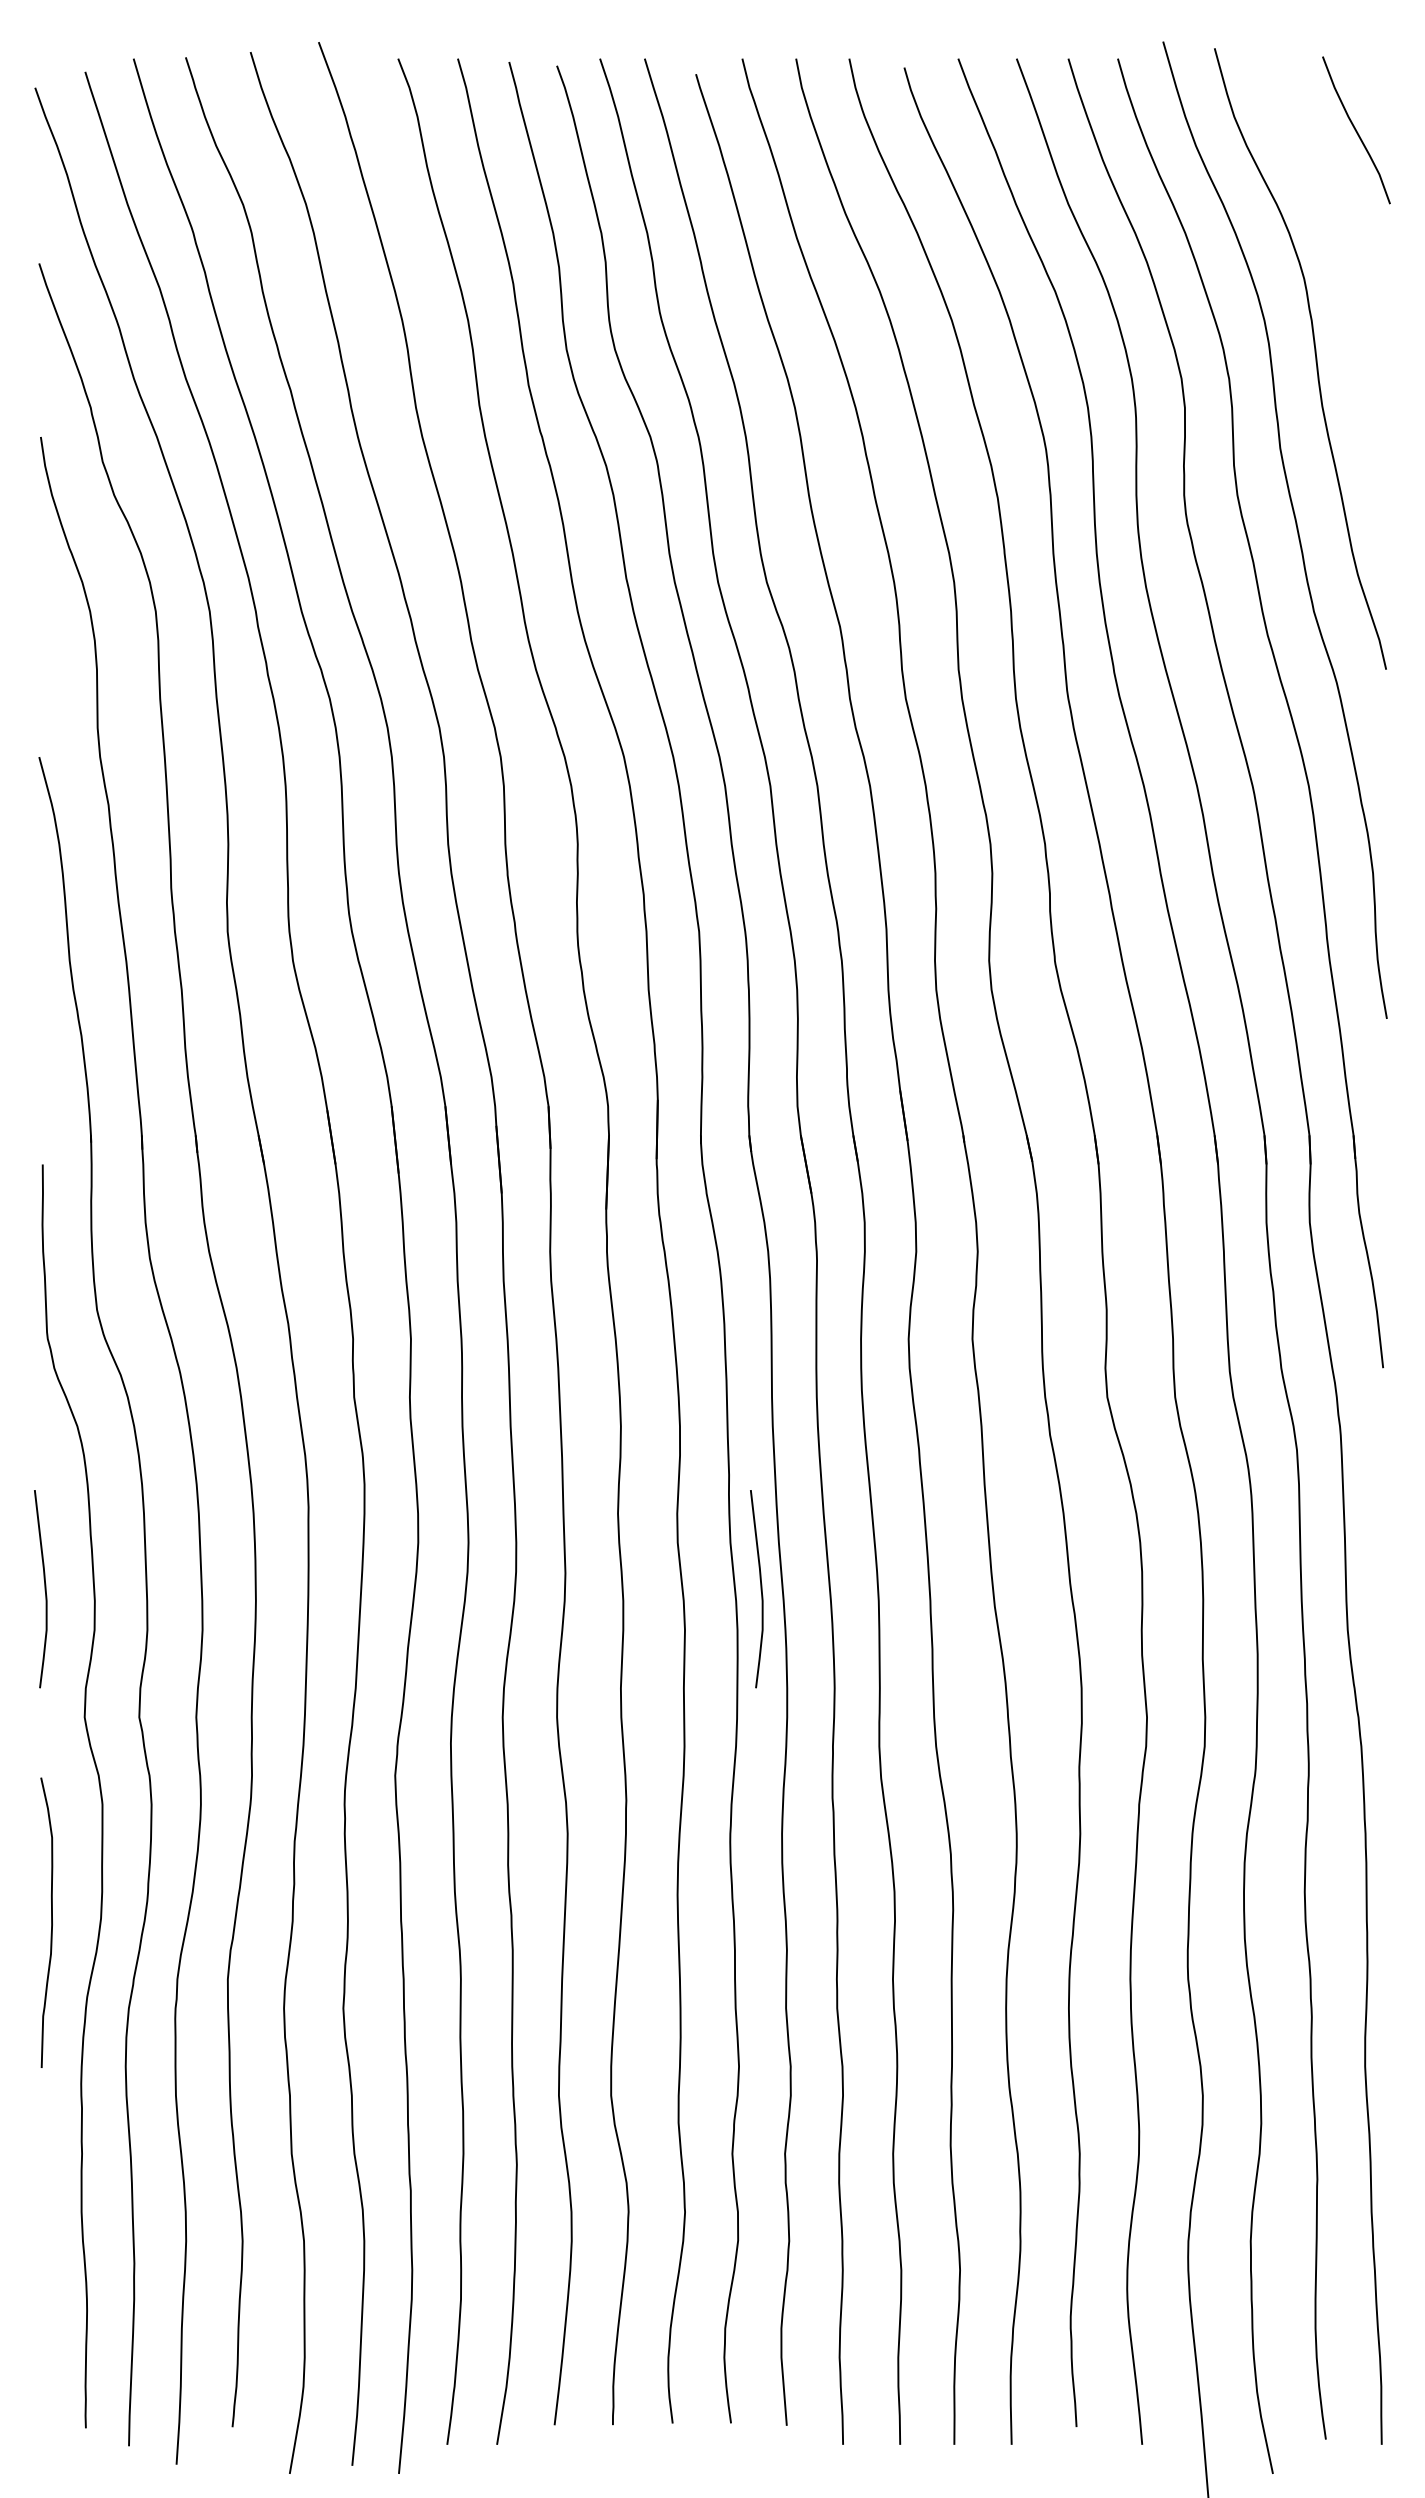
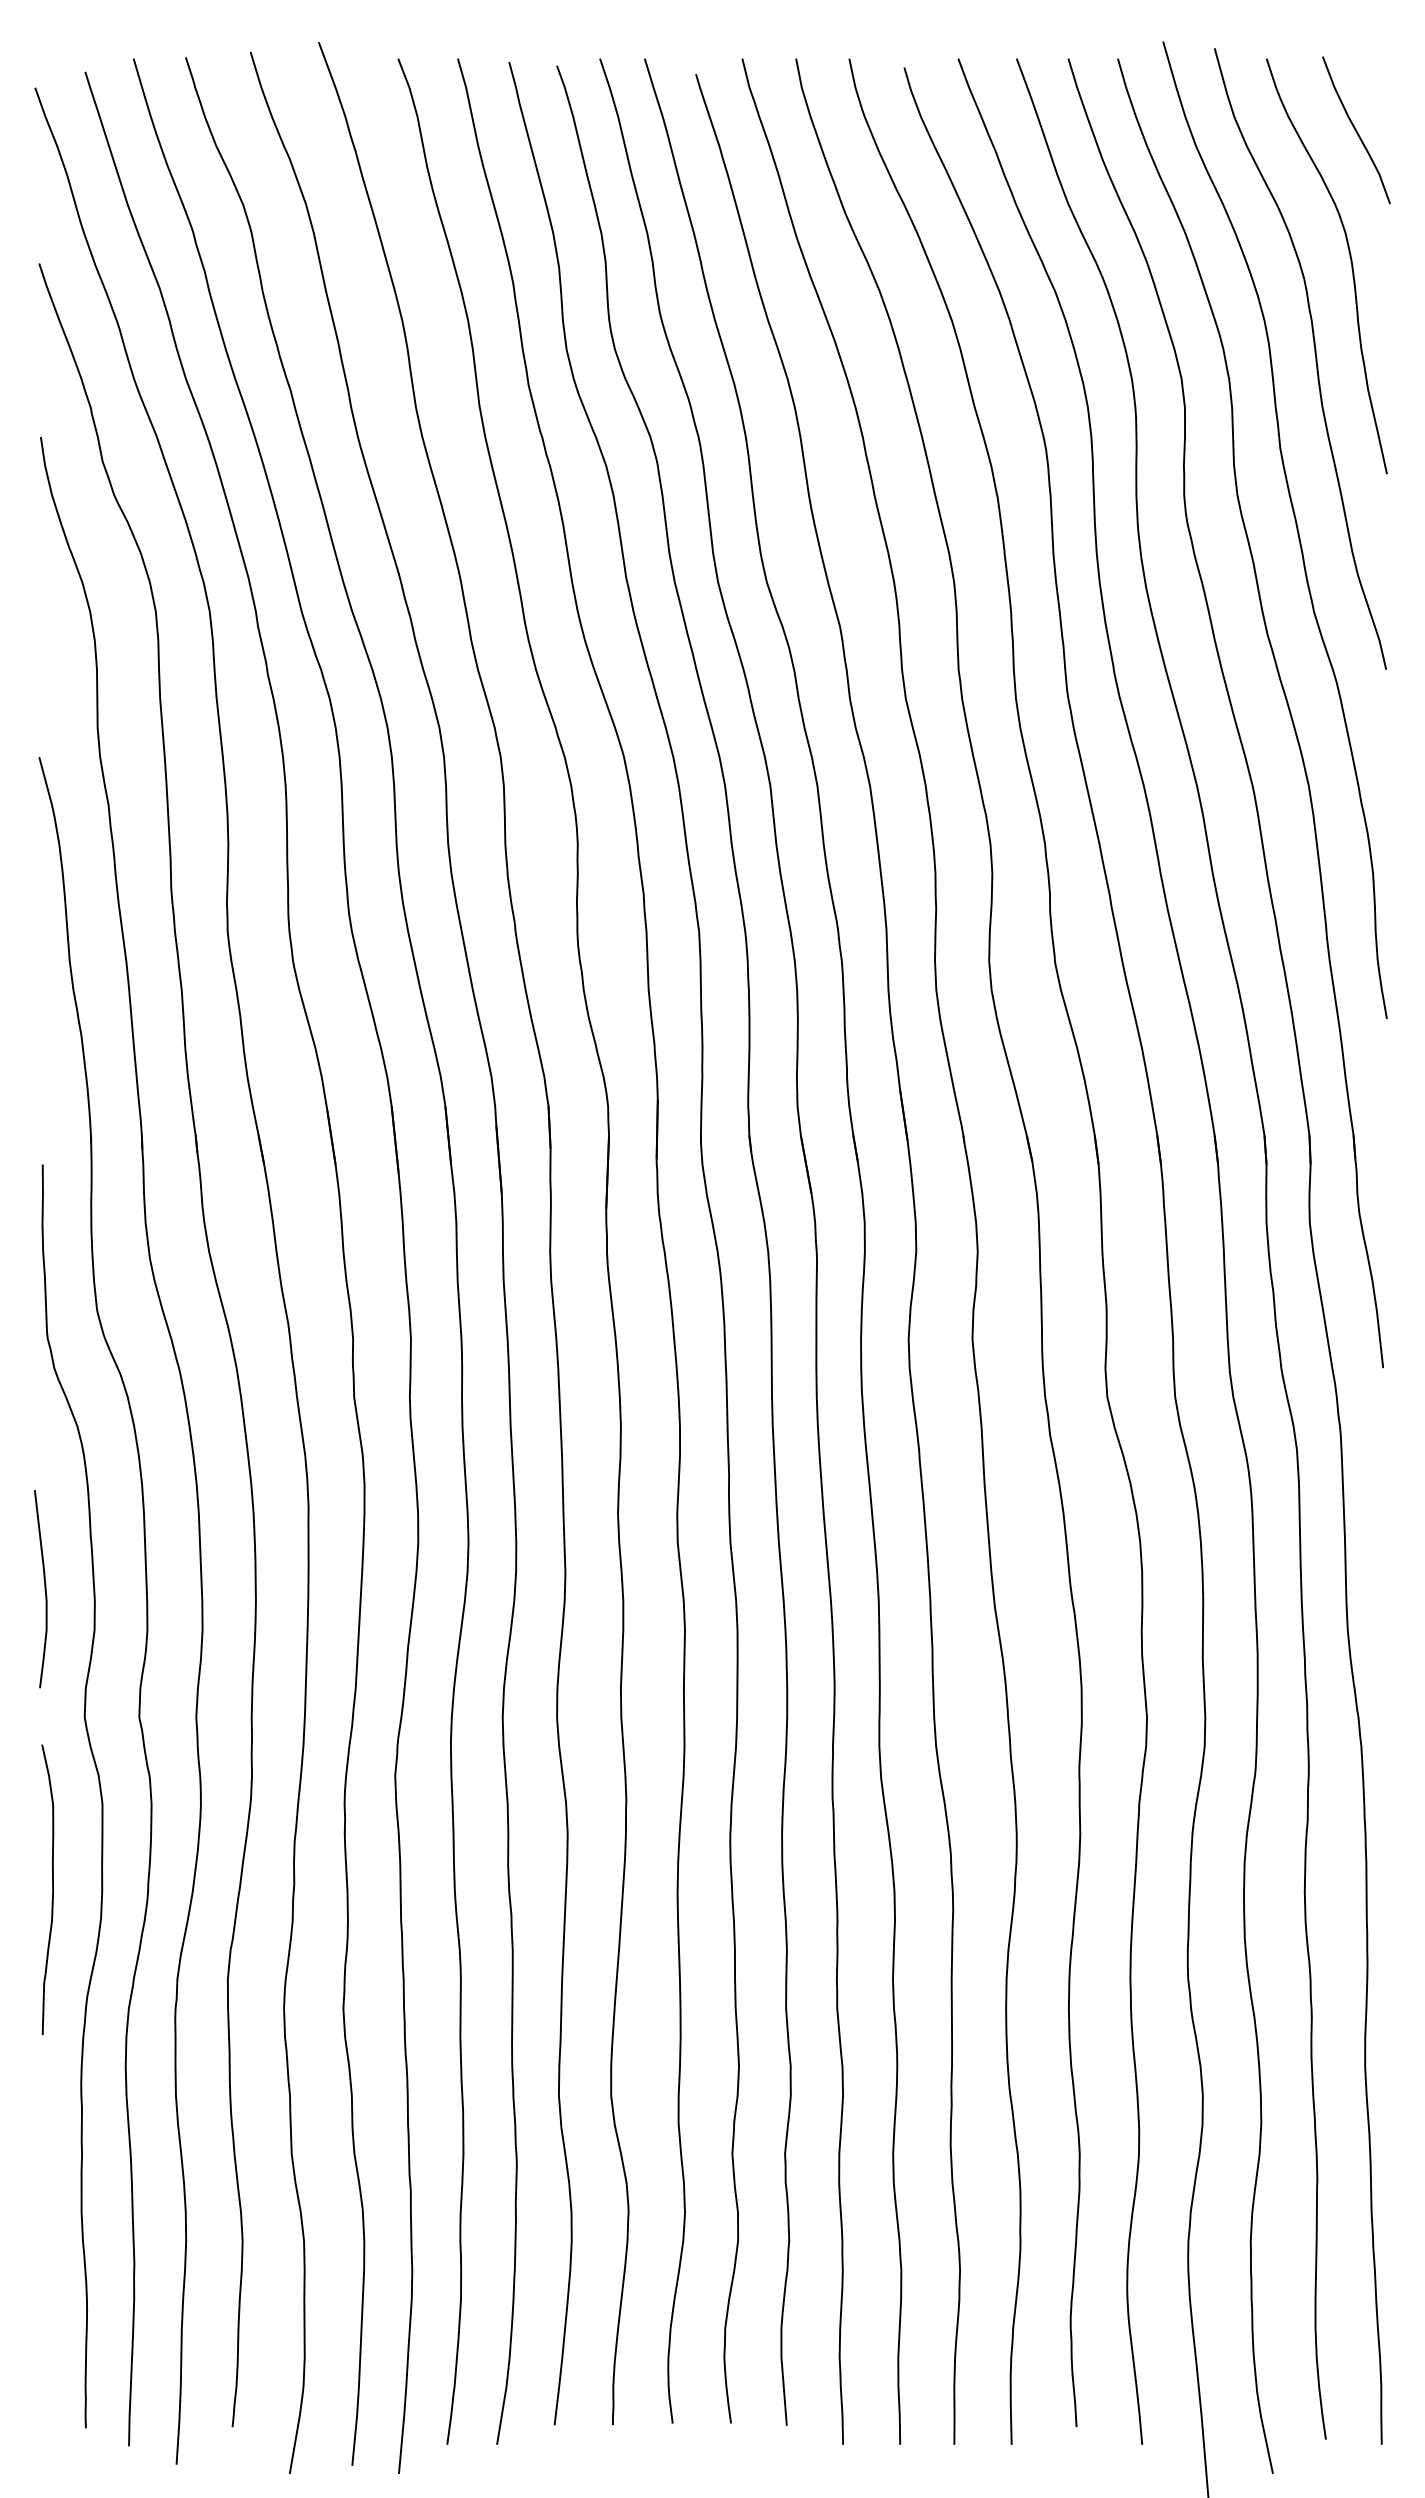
curve at (1350, 262): none -> present
curve at (760, 1589): present -> none
curve at (51, 1922) position: (51, 1922) -> (52, 1889)
